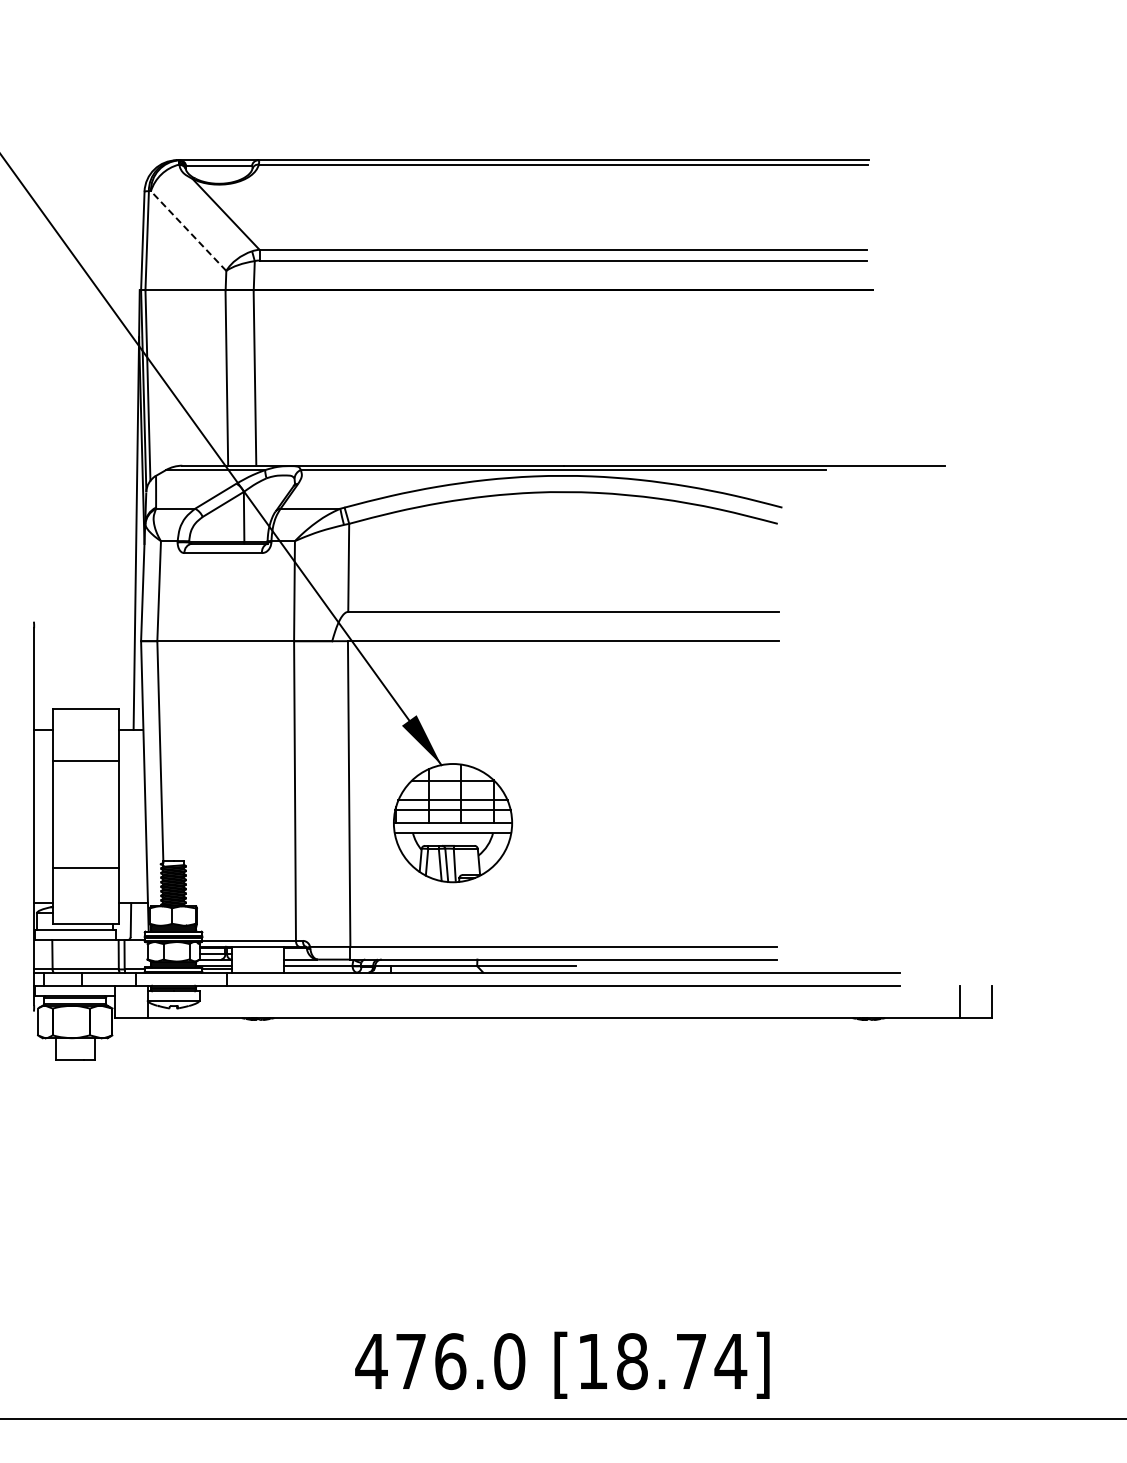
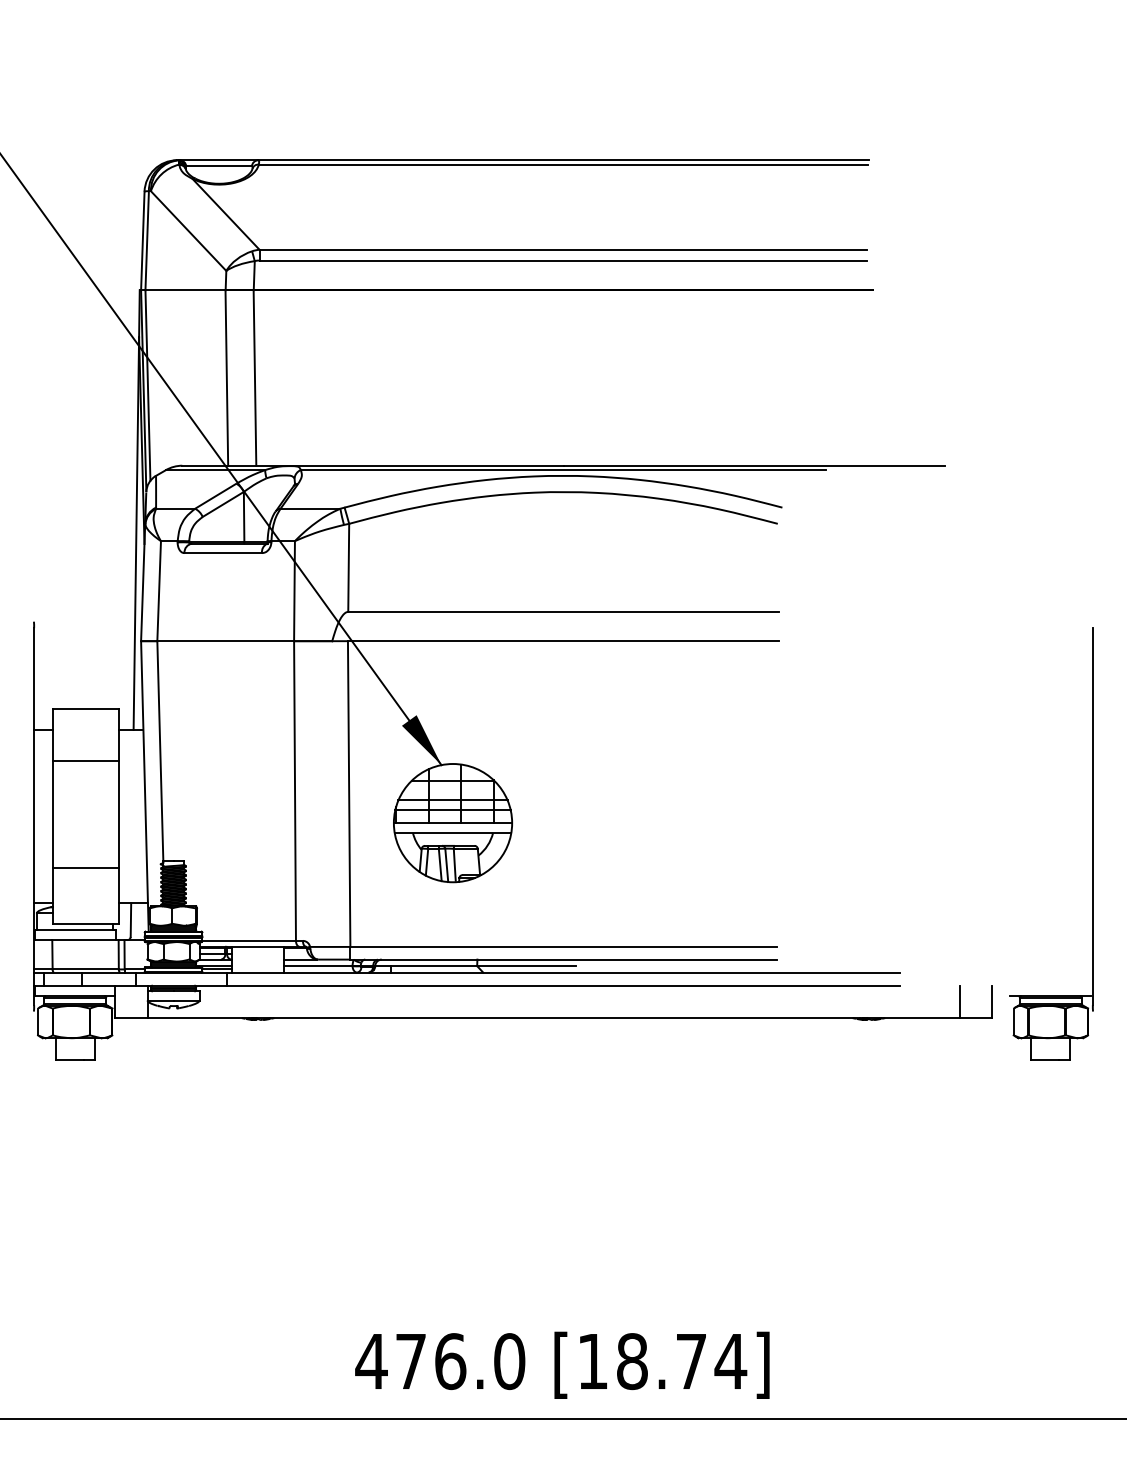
line at (188, 231): dashed -> solid
part at (1092, 843): none -> present
